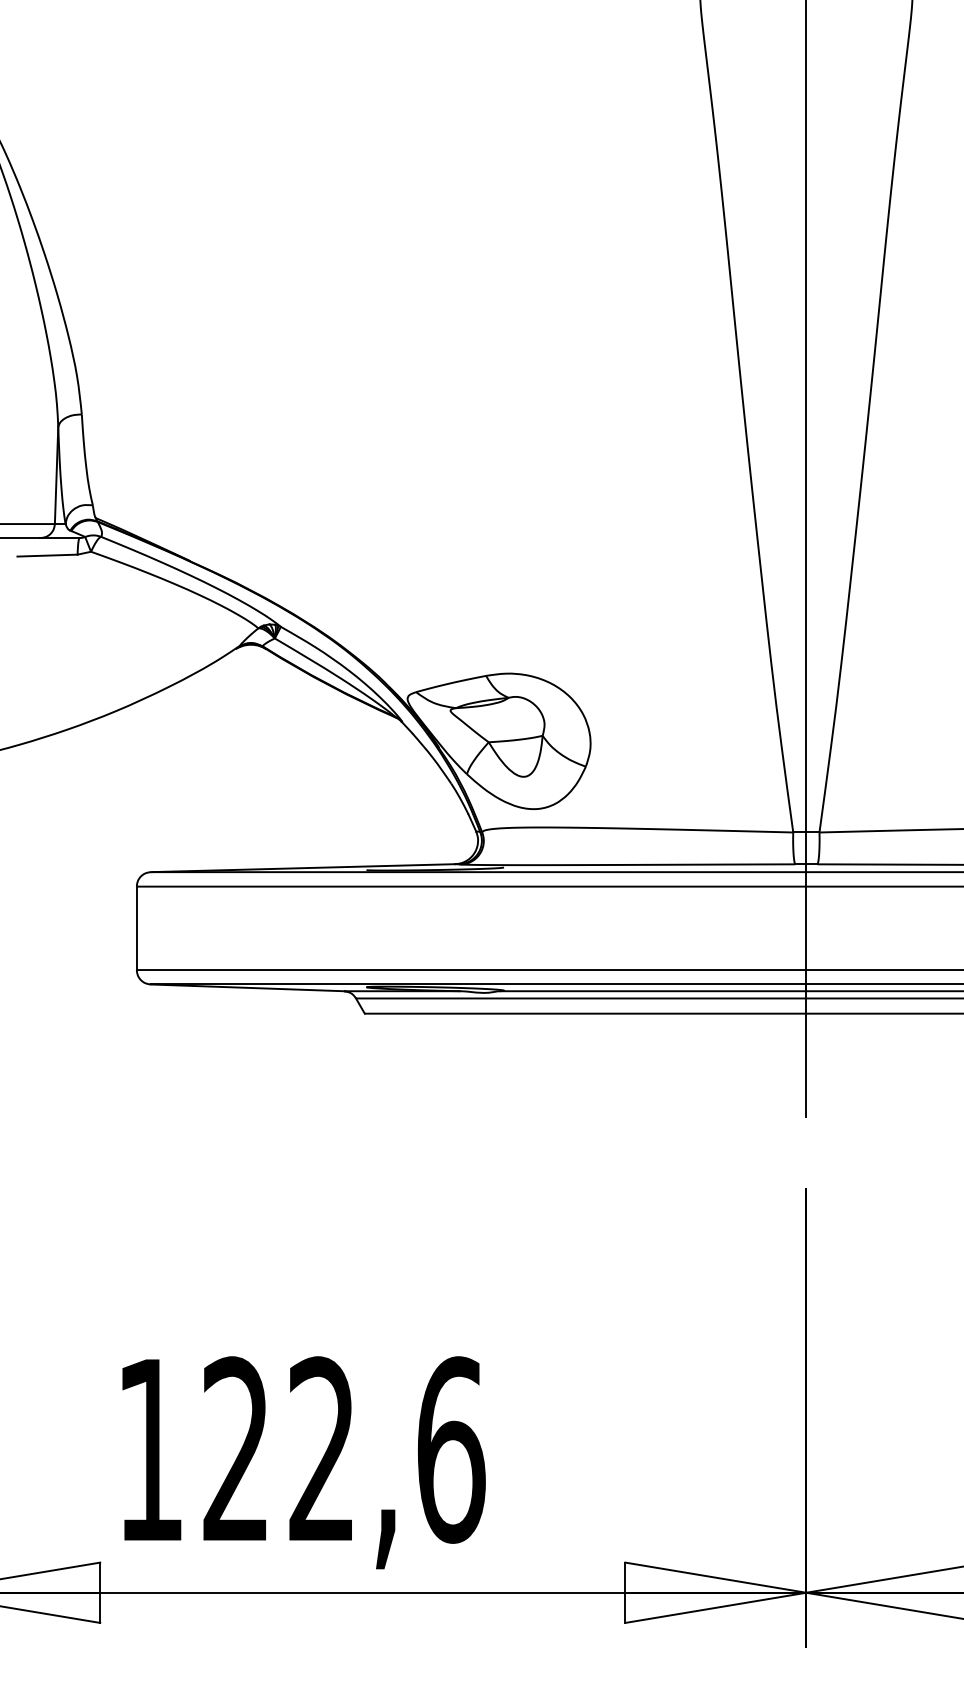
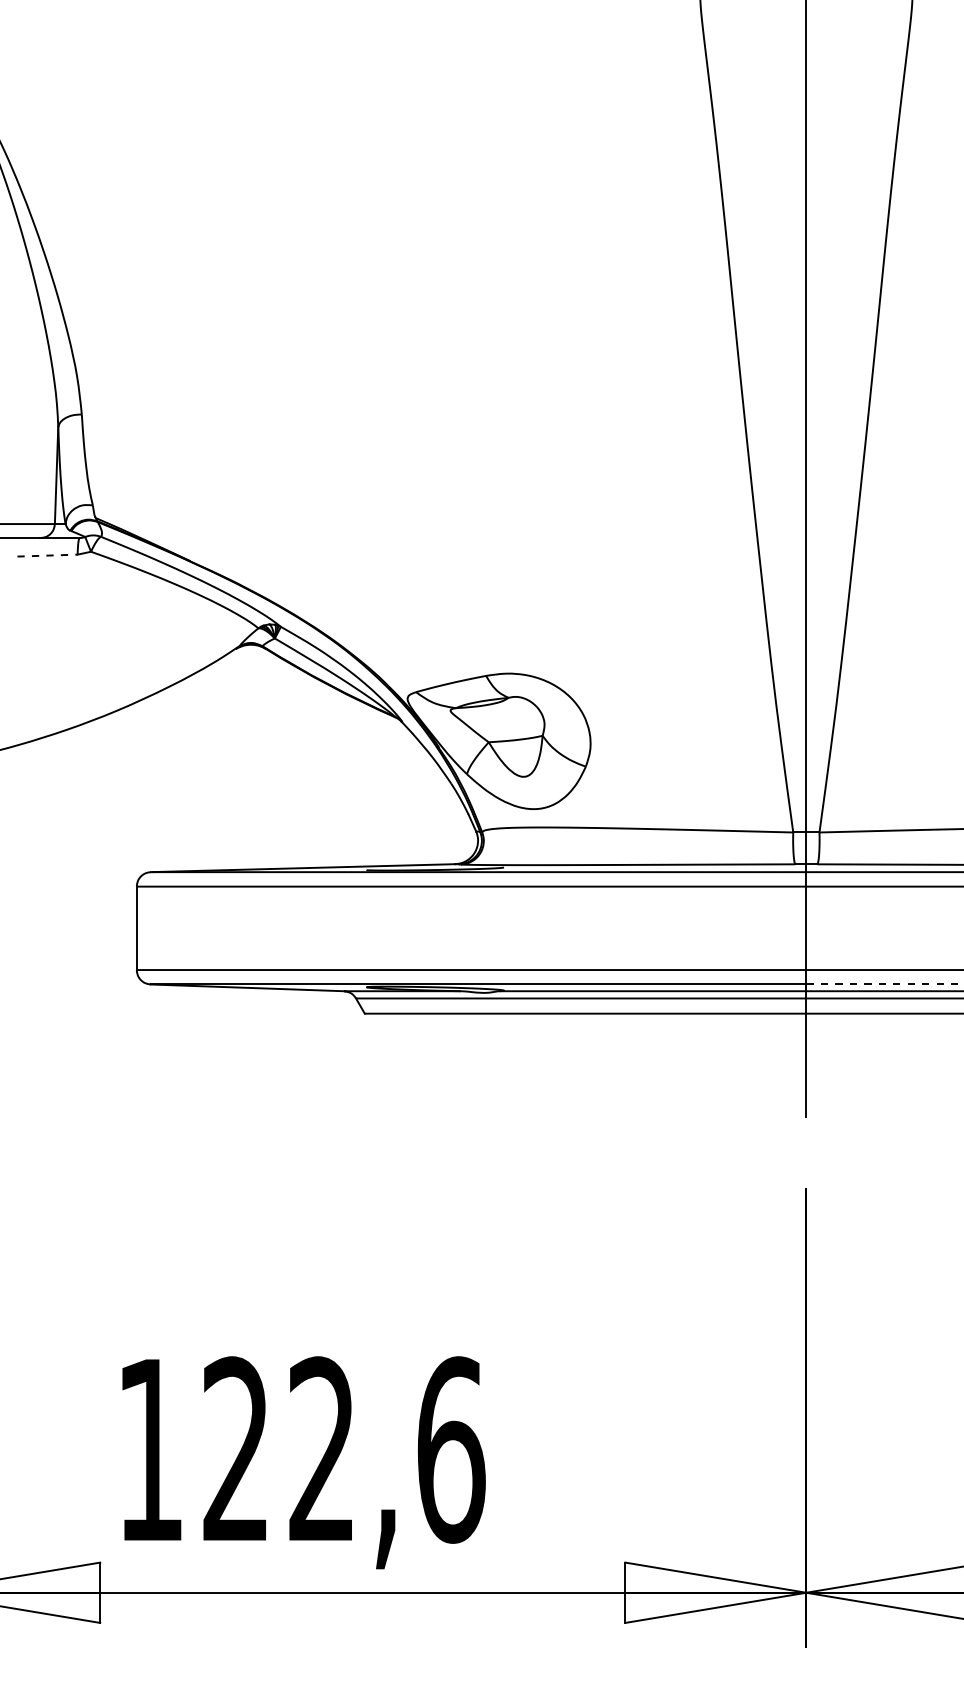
line at (48, 555): solid -> dashed
line at (885, 984): solid -> dashed
